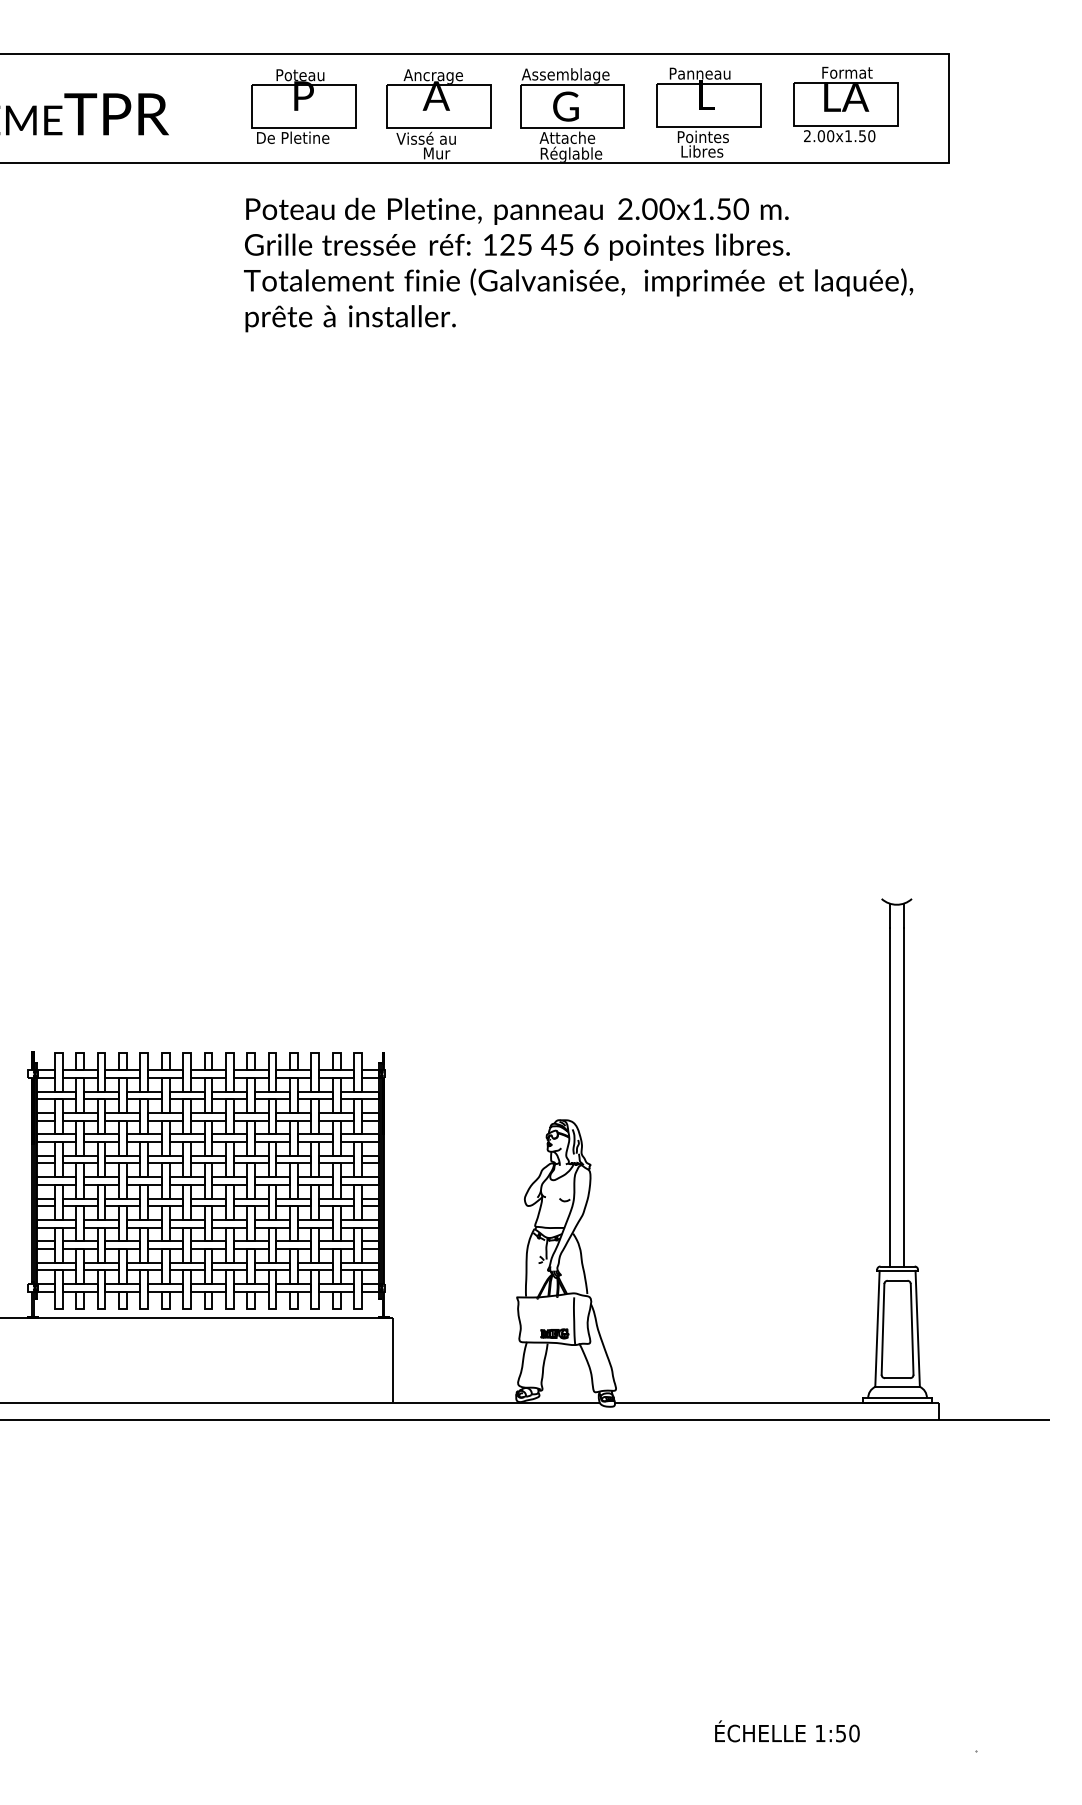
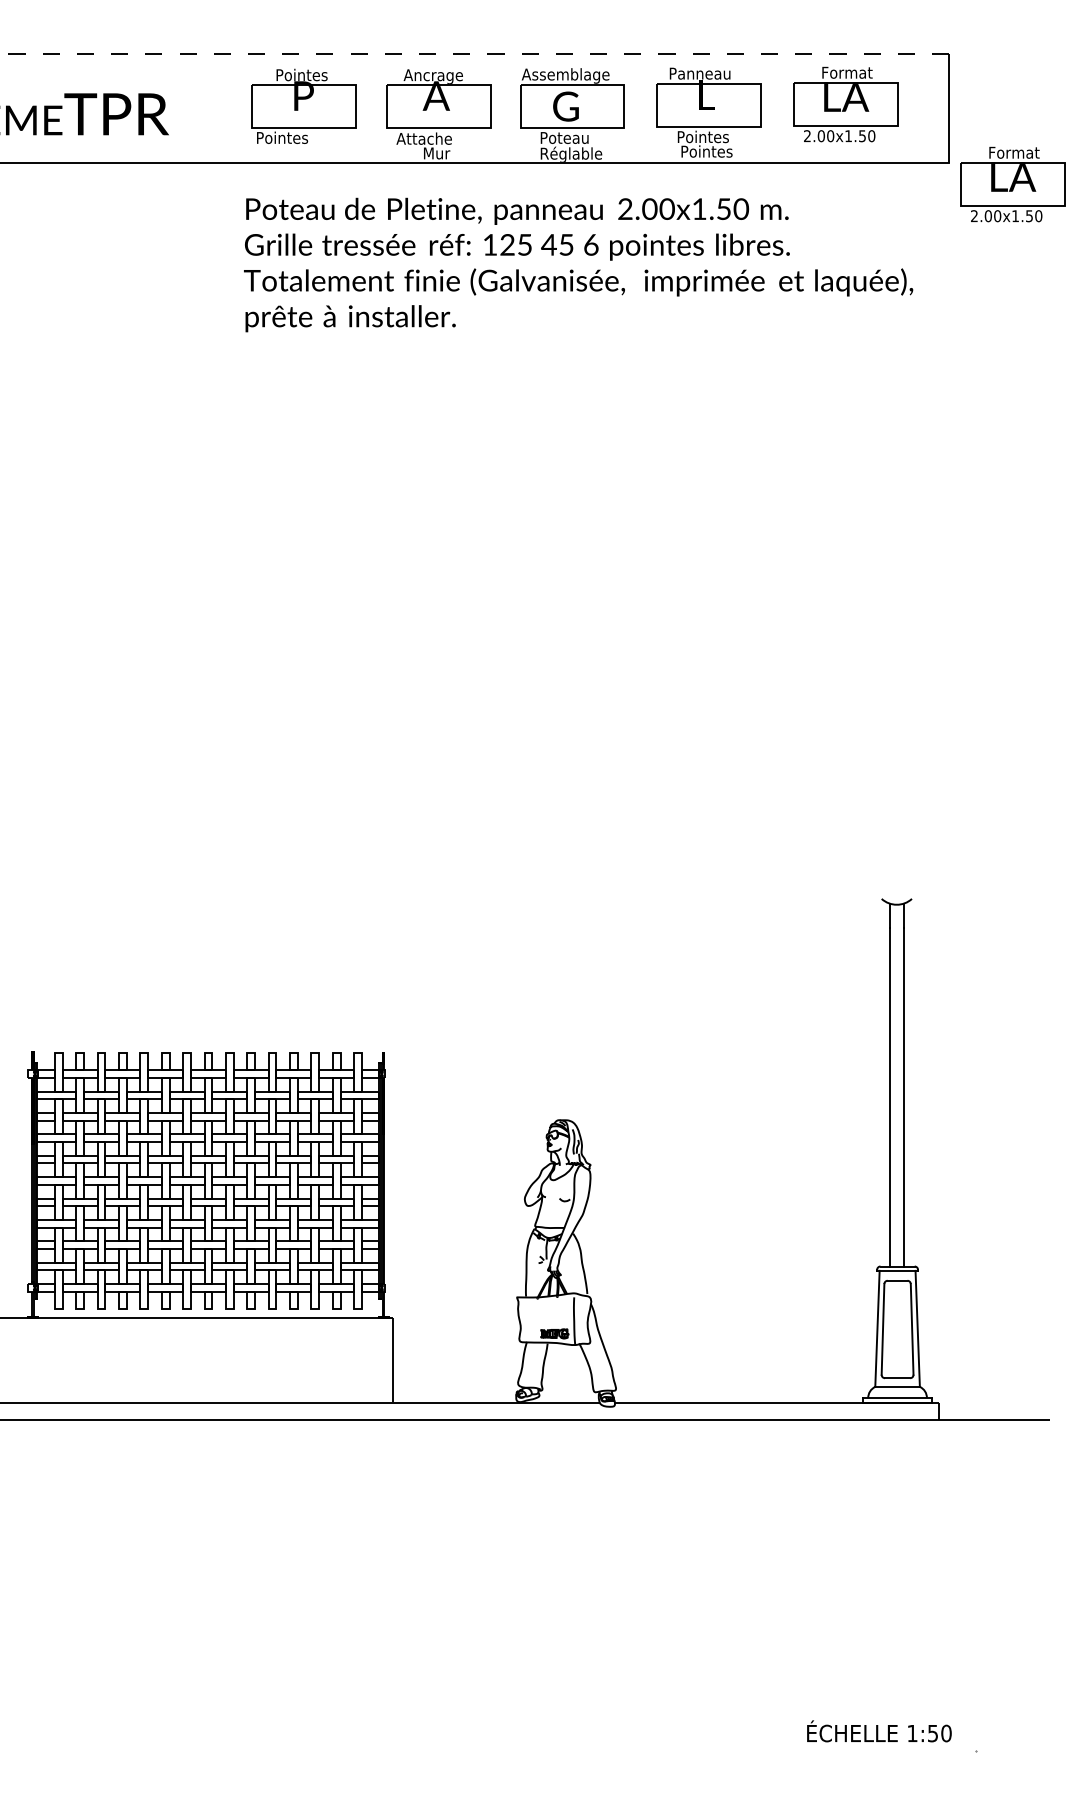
line at (474, 54): solid -> dashed
text at (310, 74): Poteau -> Pointes
text at (293, 137): De Pletine -> Pointes
text at (425, 137): Vissé au -> Attache
text at (567, 137): Attache -> Poteau
text at (707, 151): Libres -> Pointes
part at (1012, 184): none -> present
text at (787, 1731) position: (787, 1731) -> (879, 1731)
